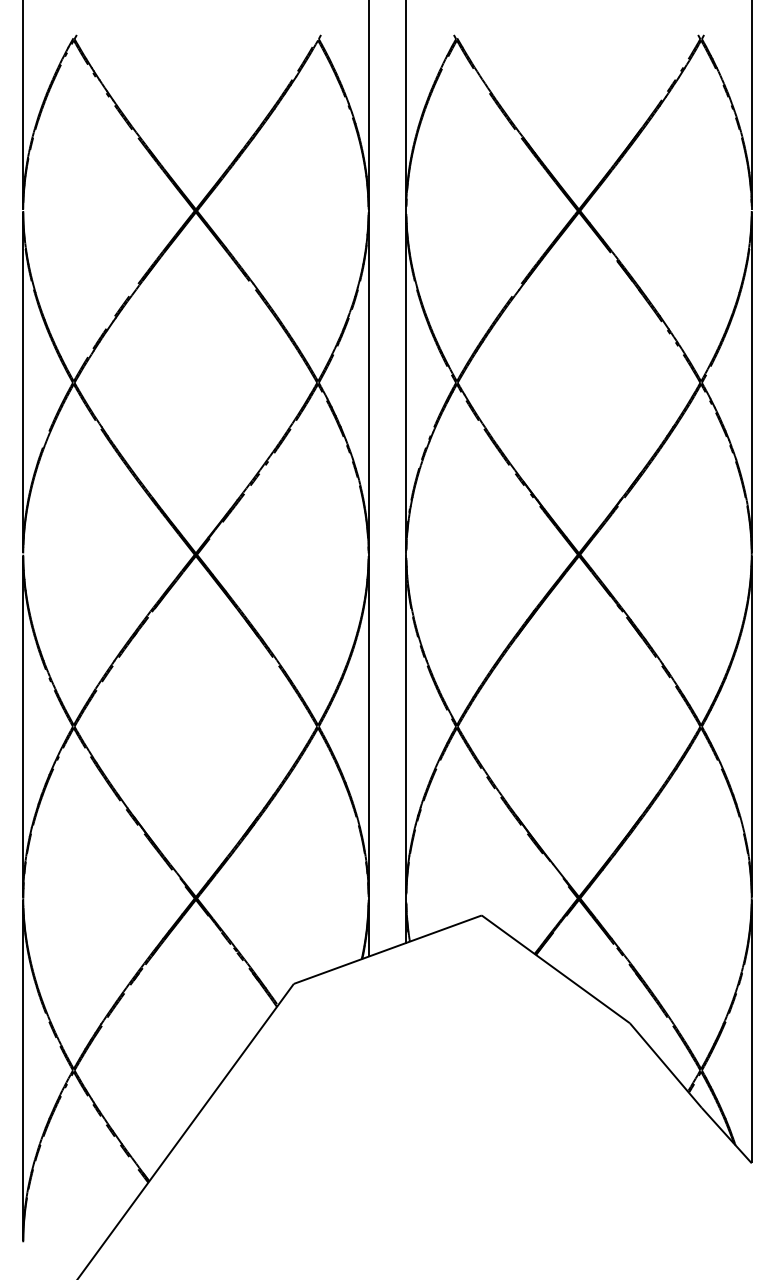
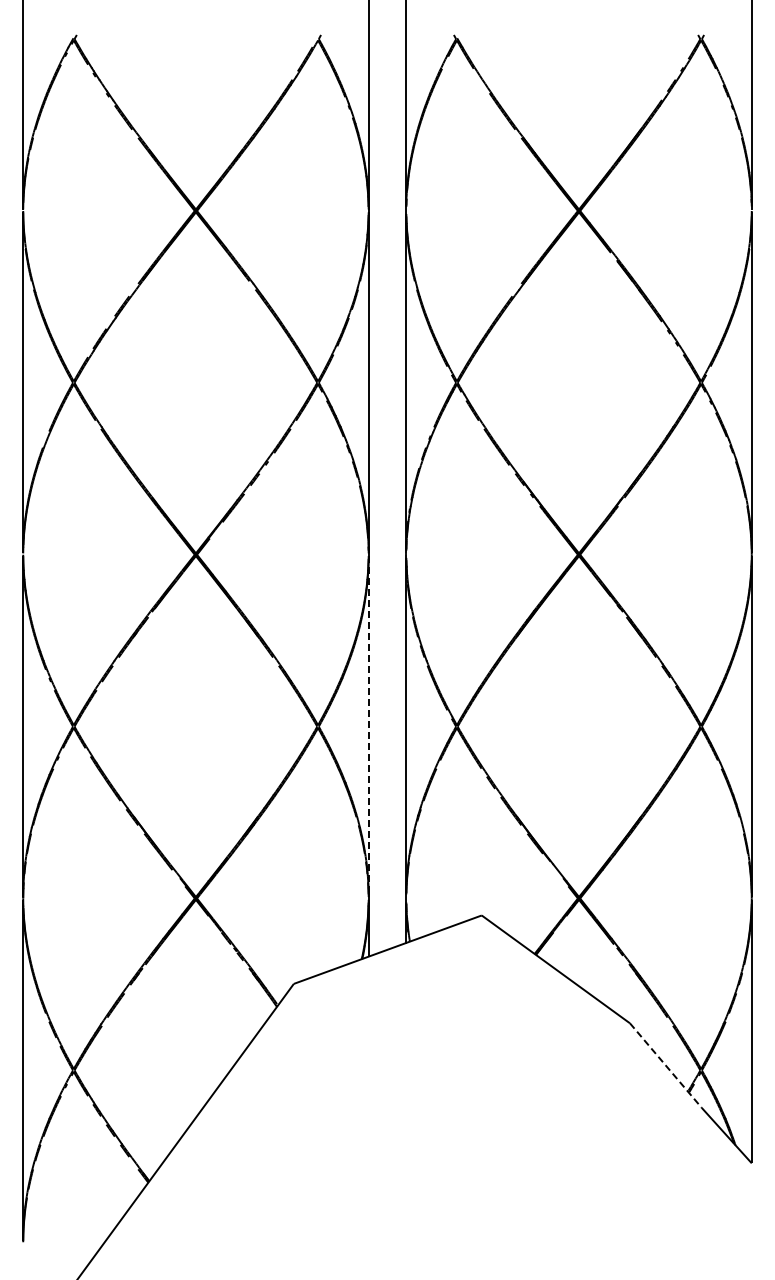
line at (368, 727): solid -> dashed
line at (666, 1065): solid -> dashed
